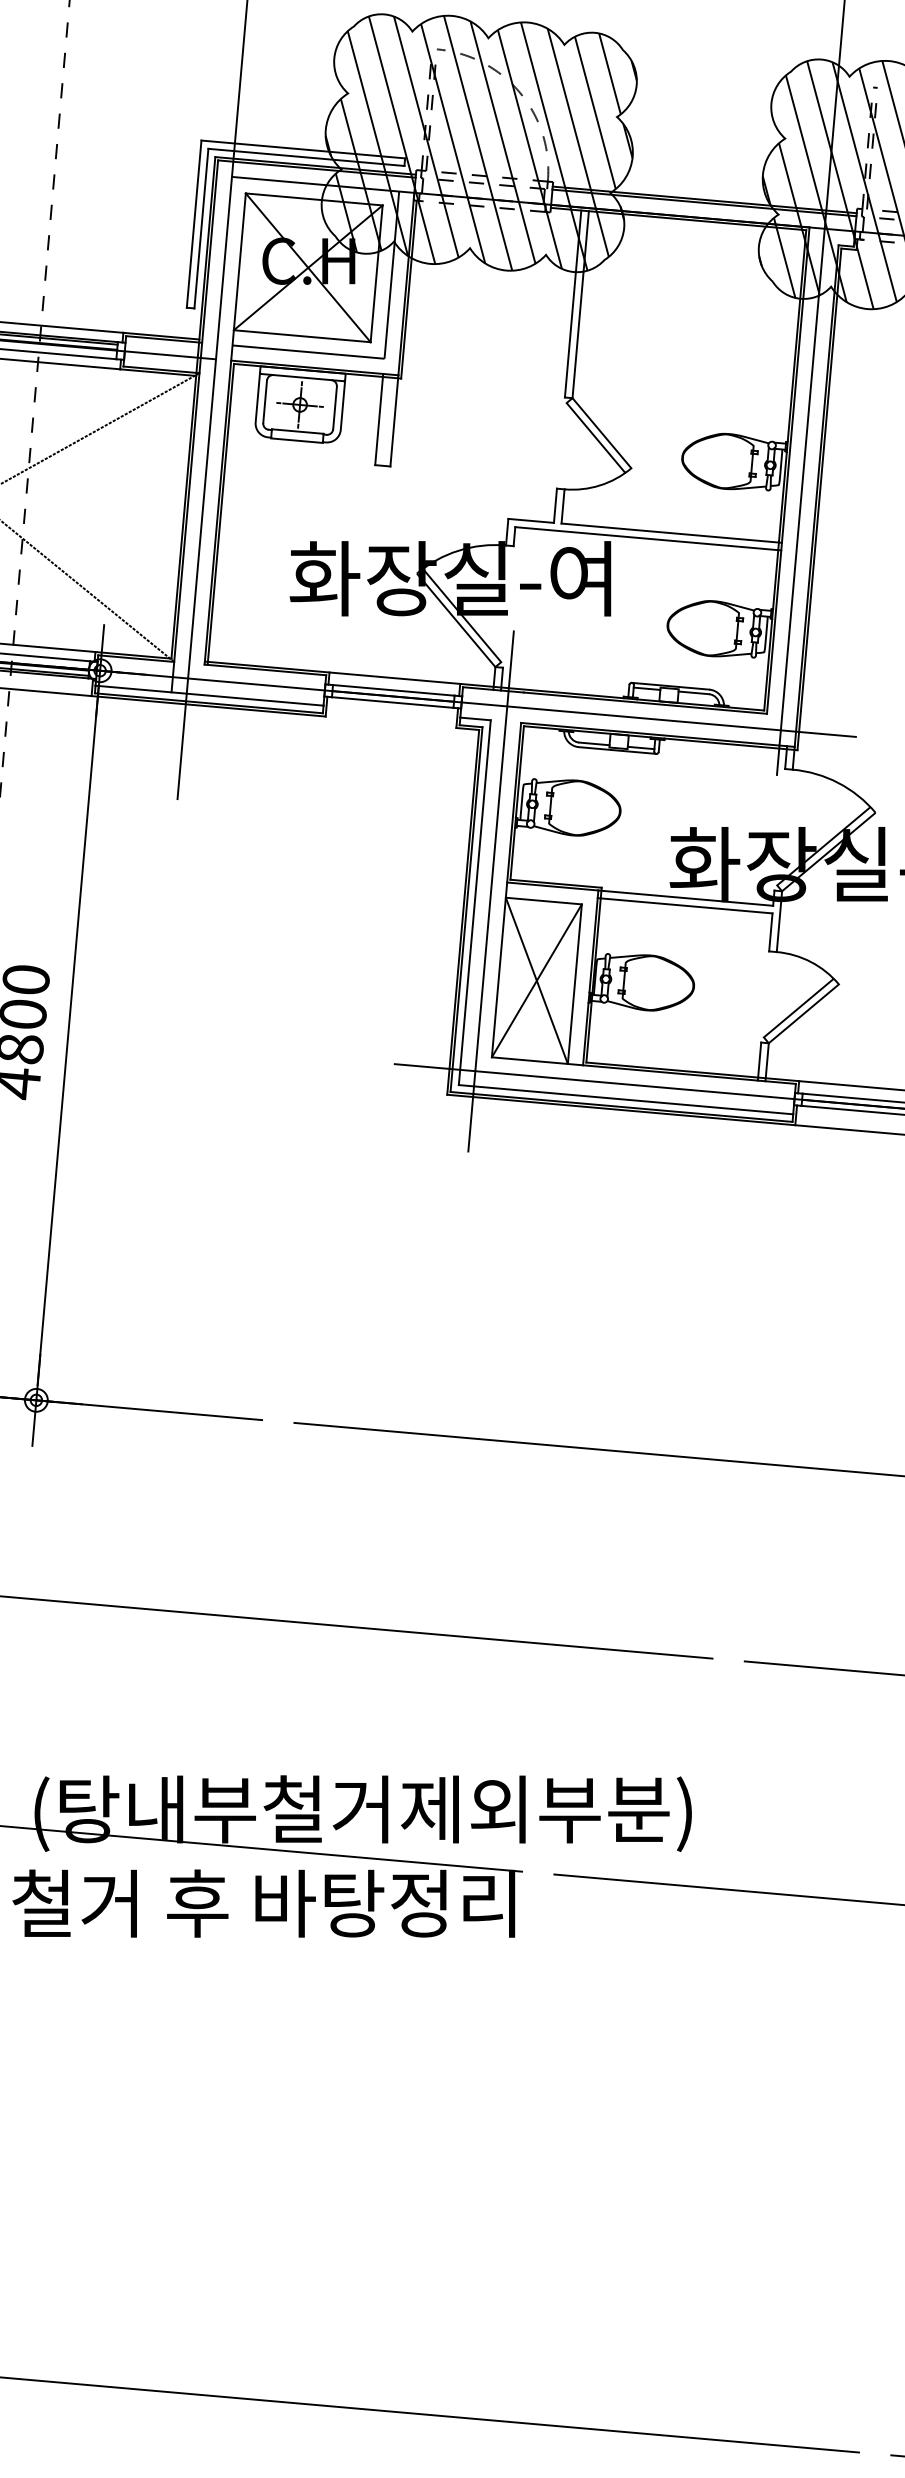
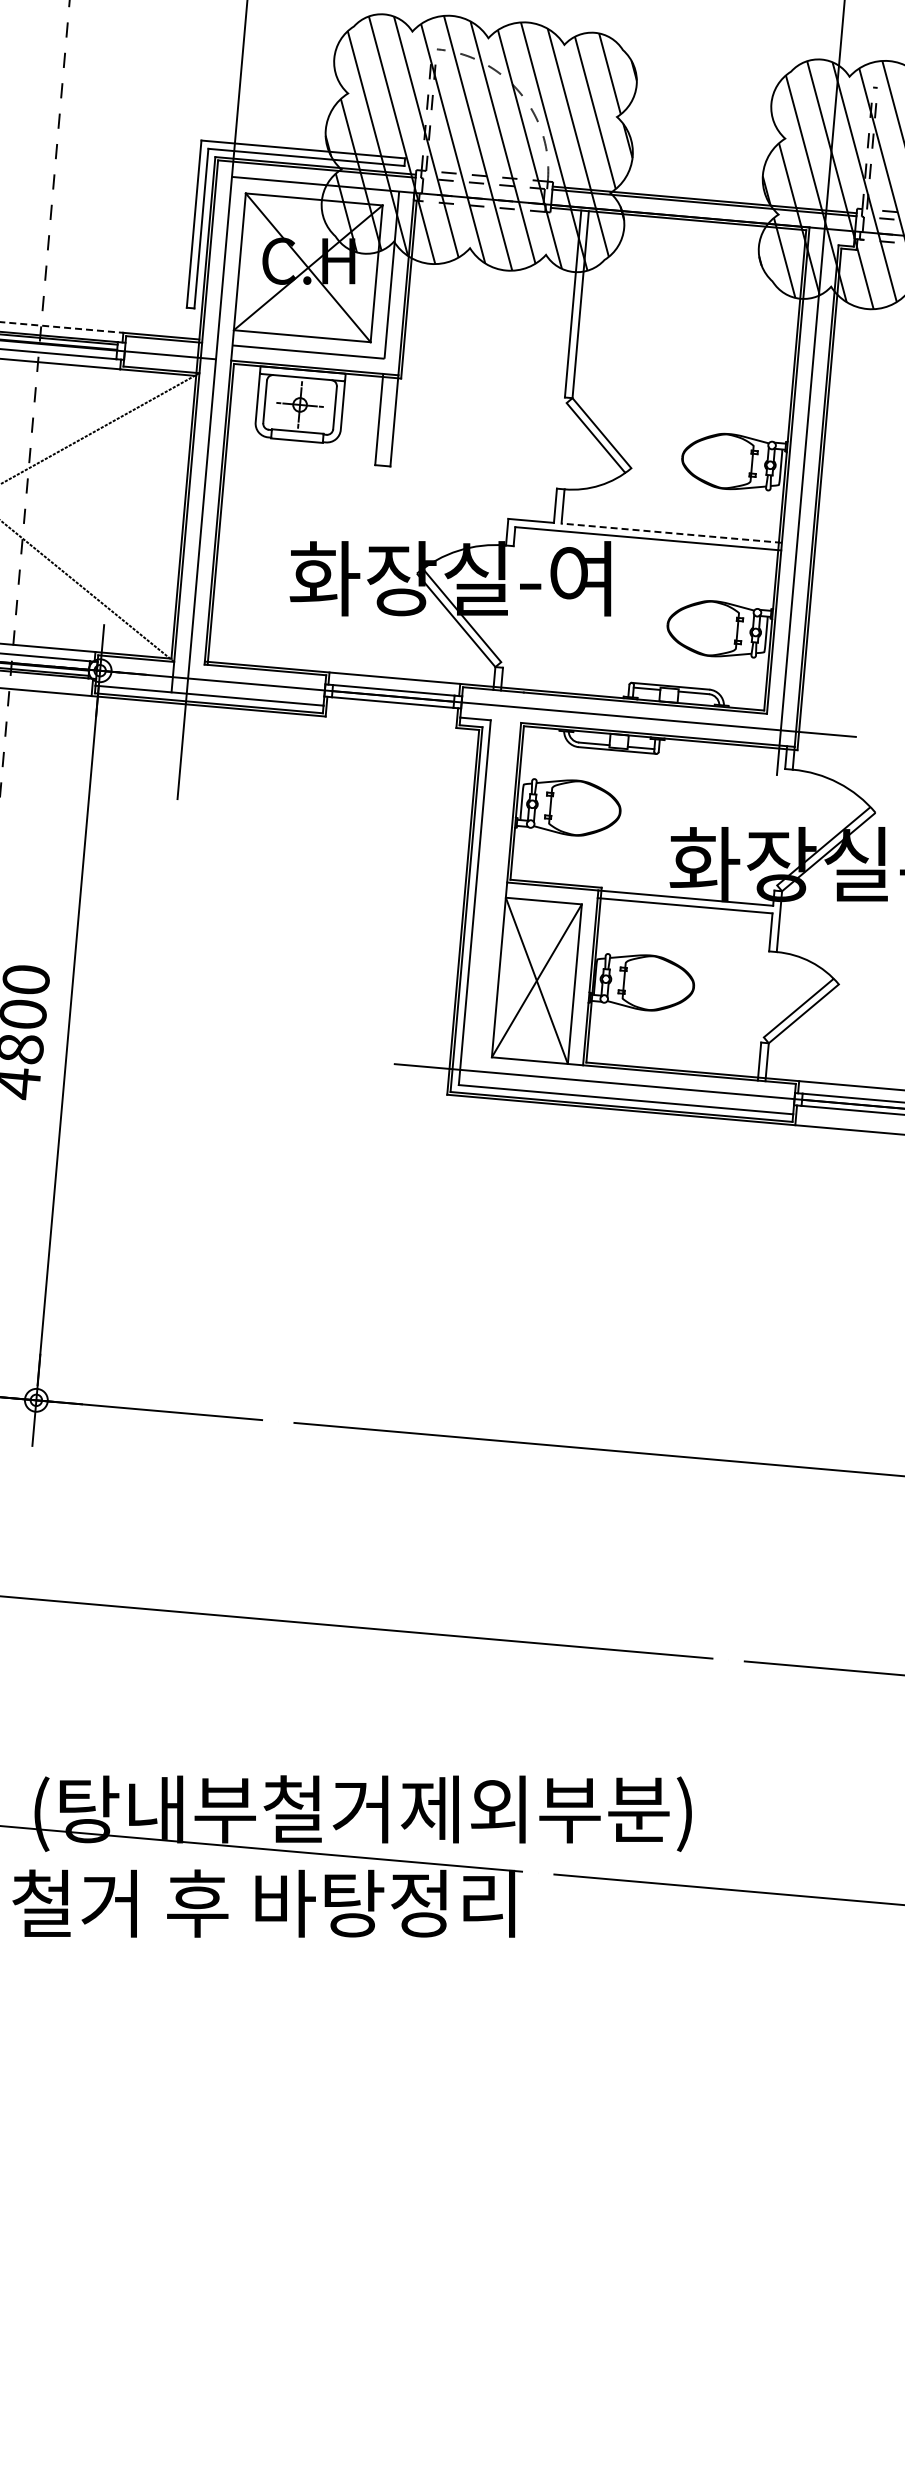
line at (61, 327): solid -> dashed
line at (671, 533): solid -> dashed
line at (490, 891): present -> none
line at (451, 2416): present -> none
